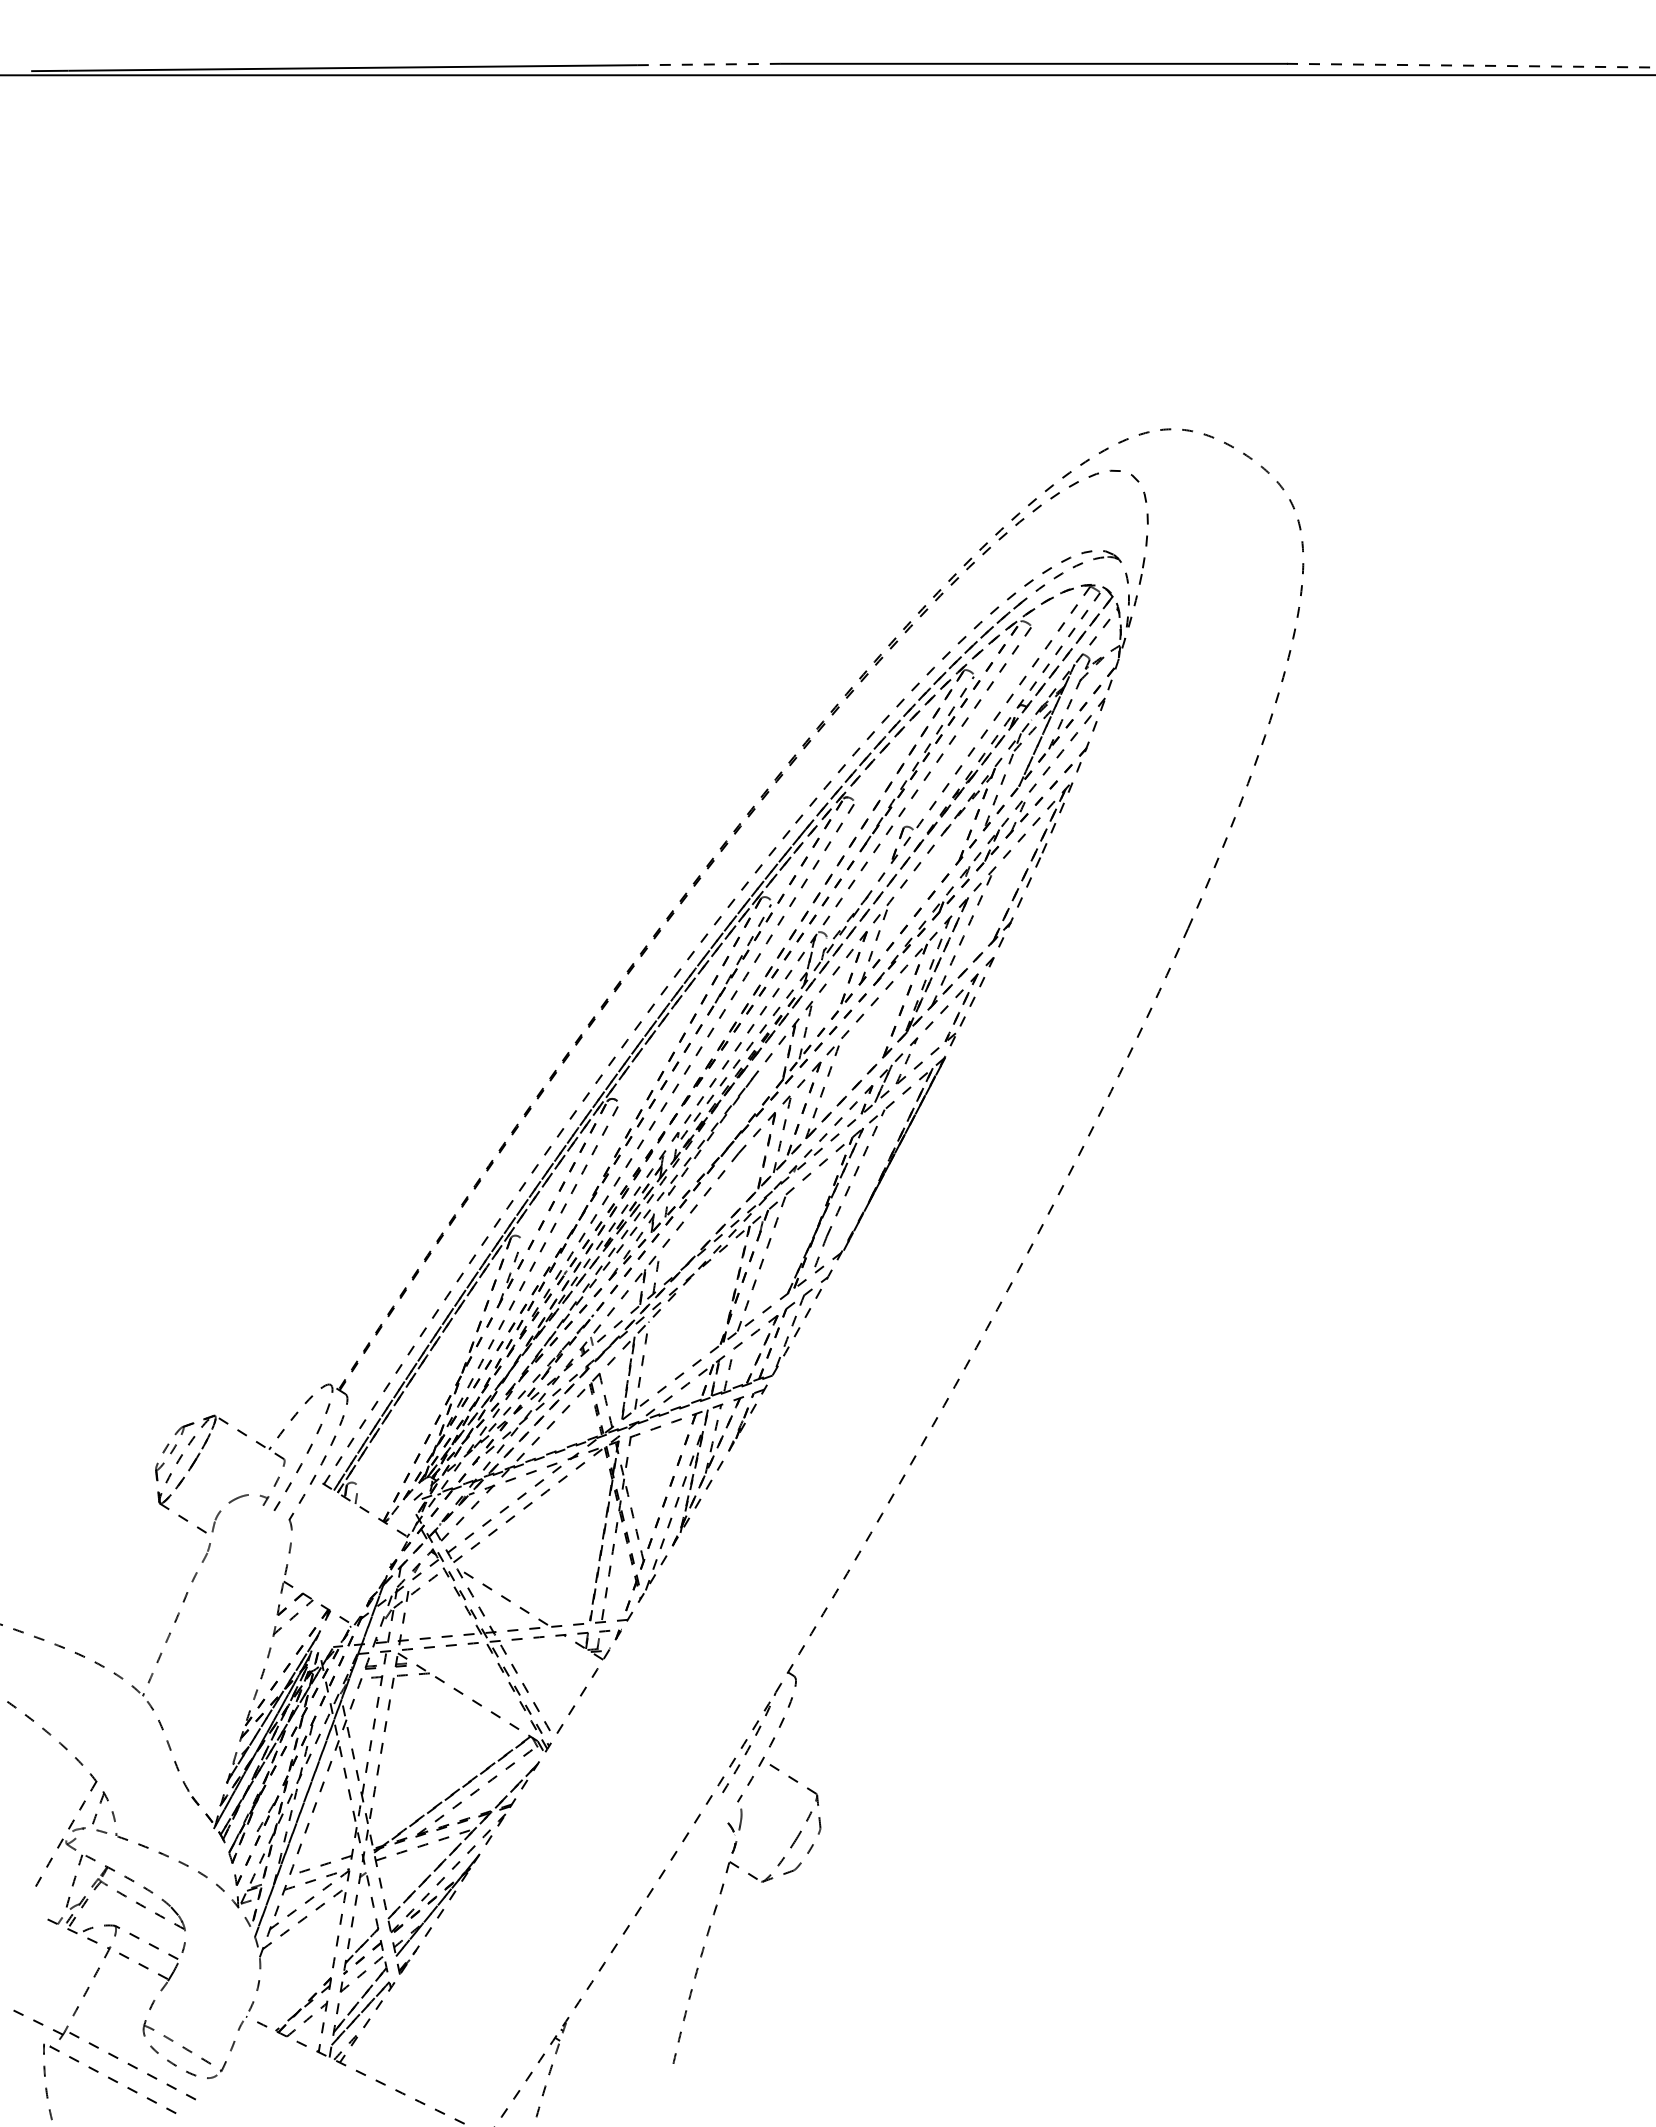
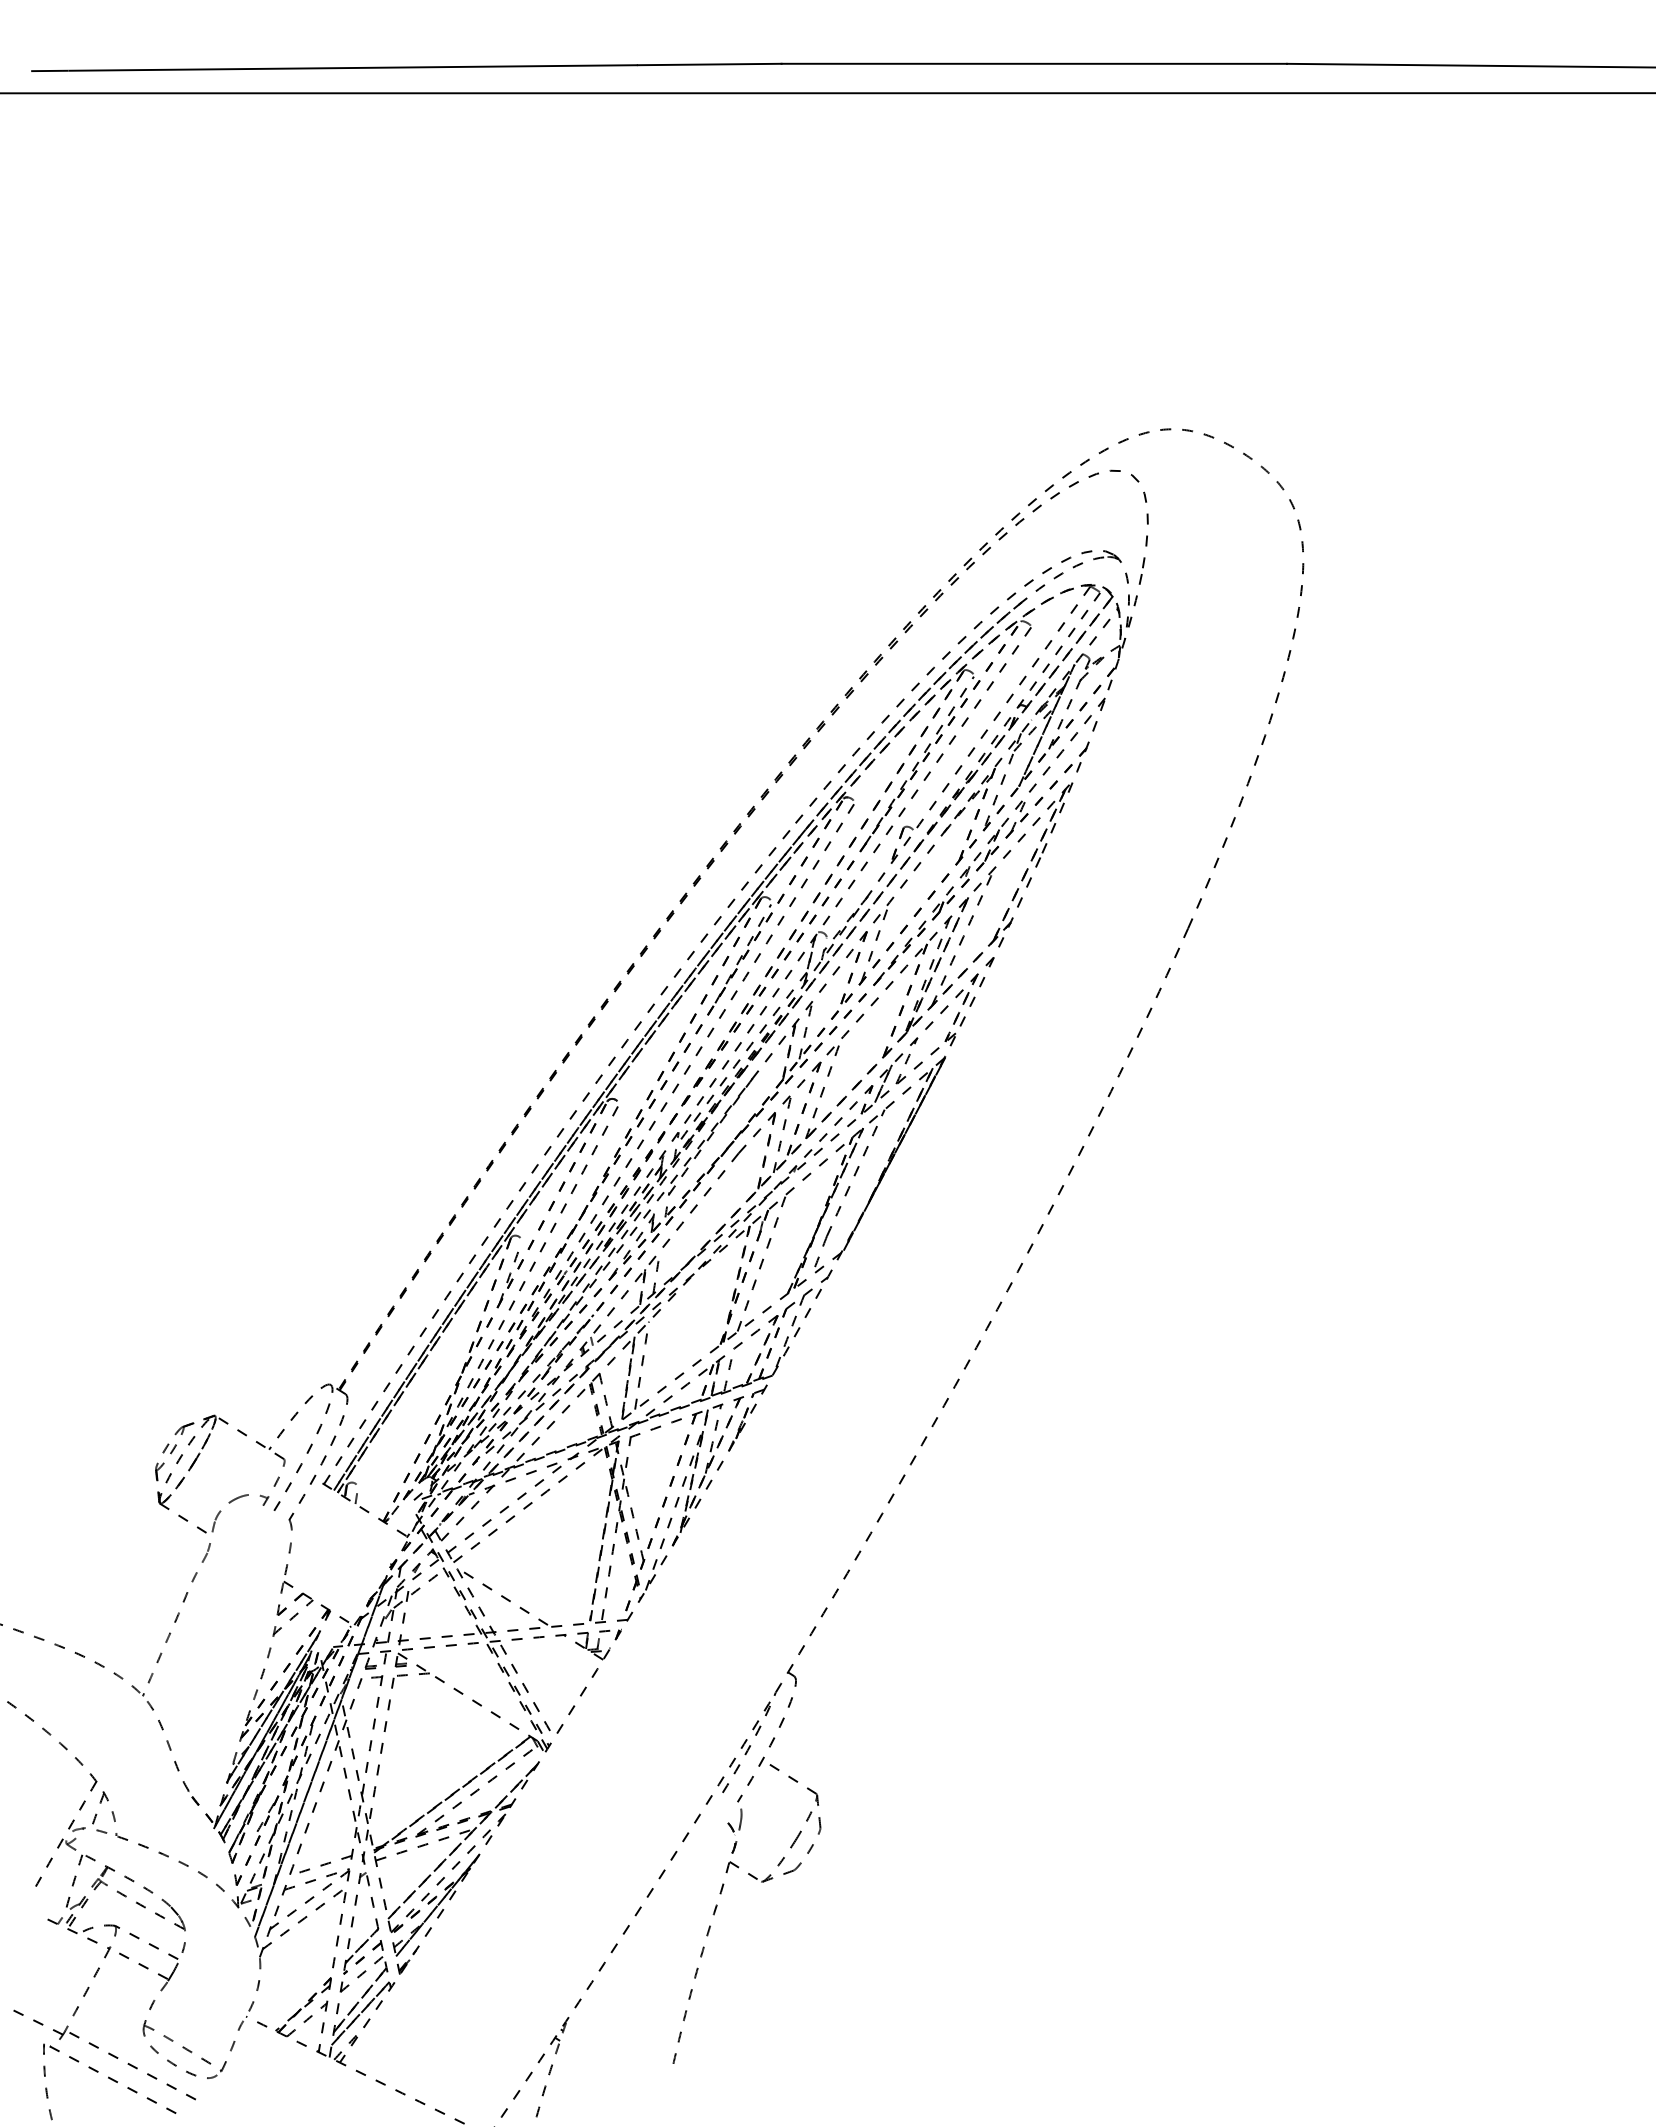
line at (709, 64): dashed -> solid
line at (1471, 65): dashed -> solid
line at (827, 75) position: (827, 75) -> (827, 93)
